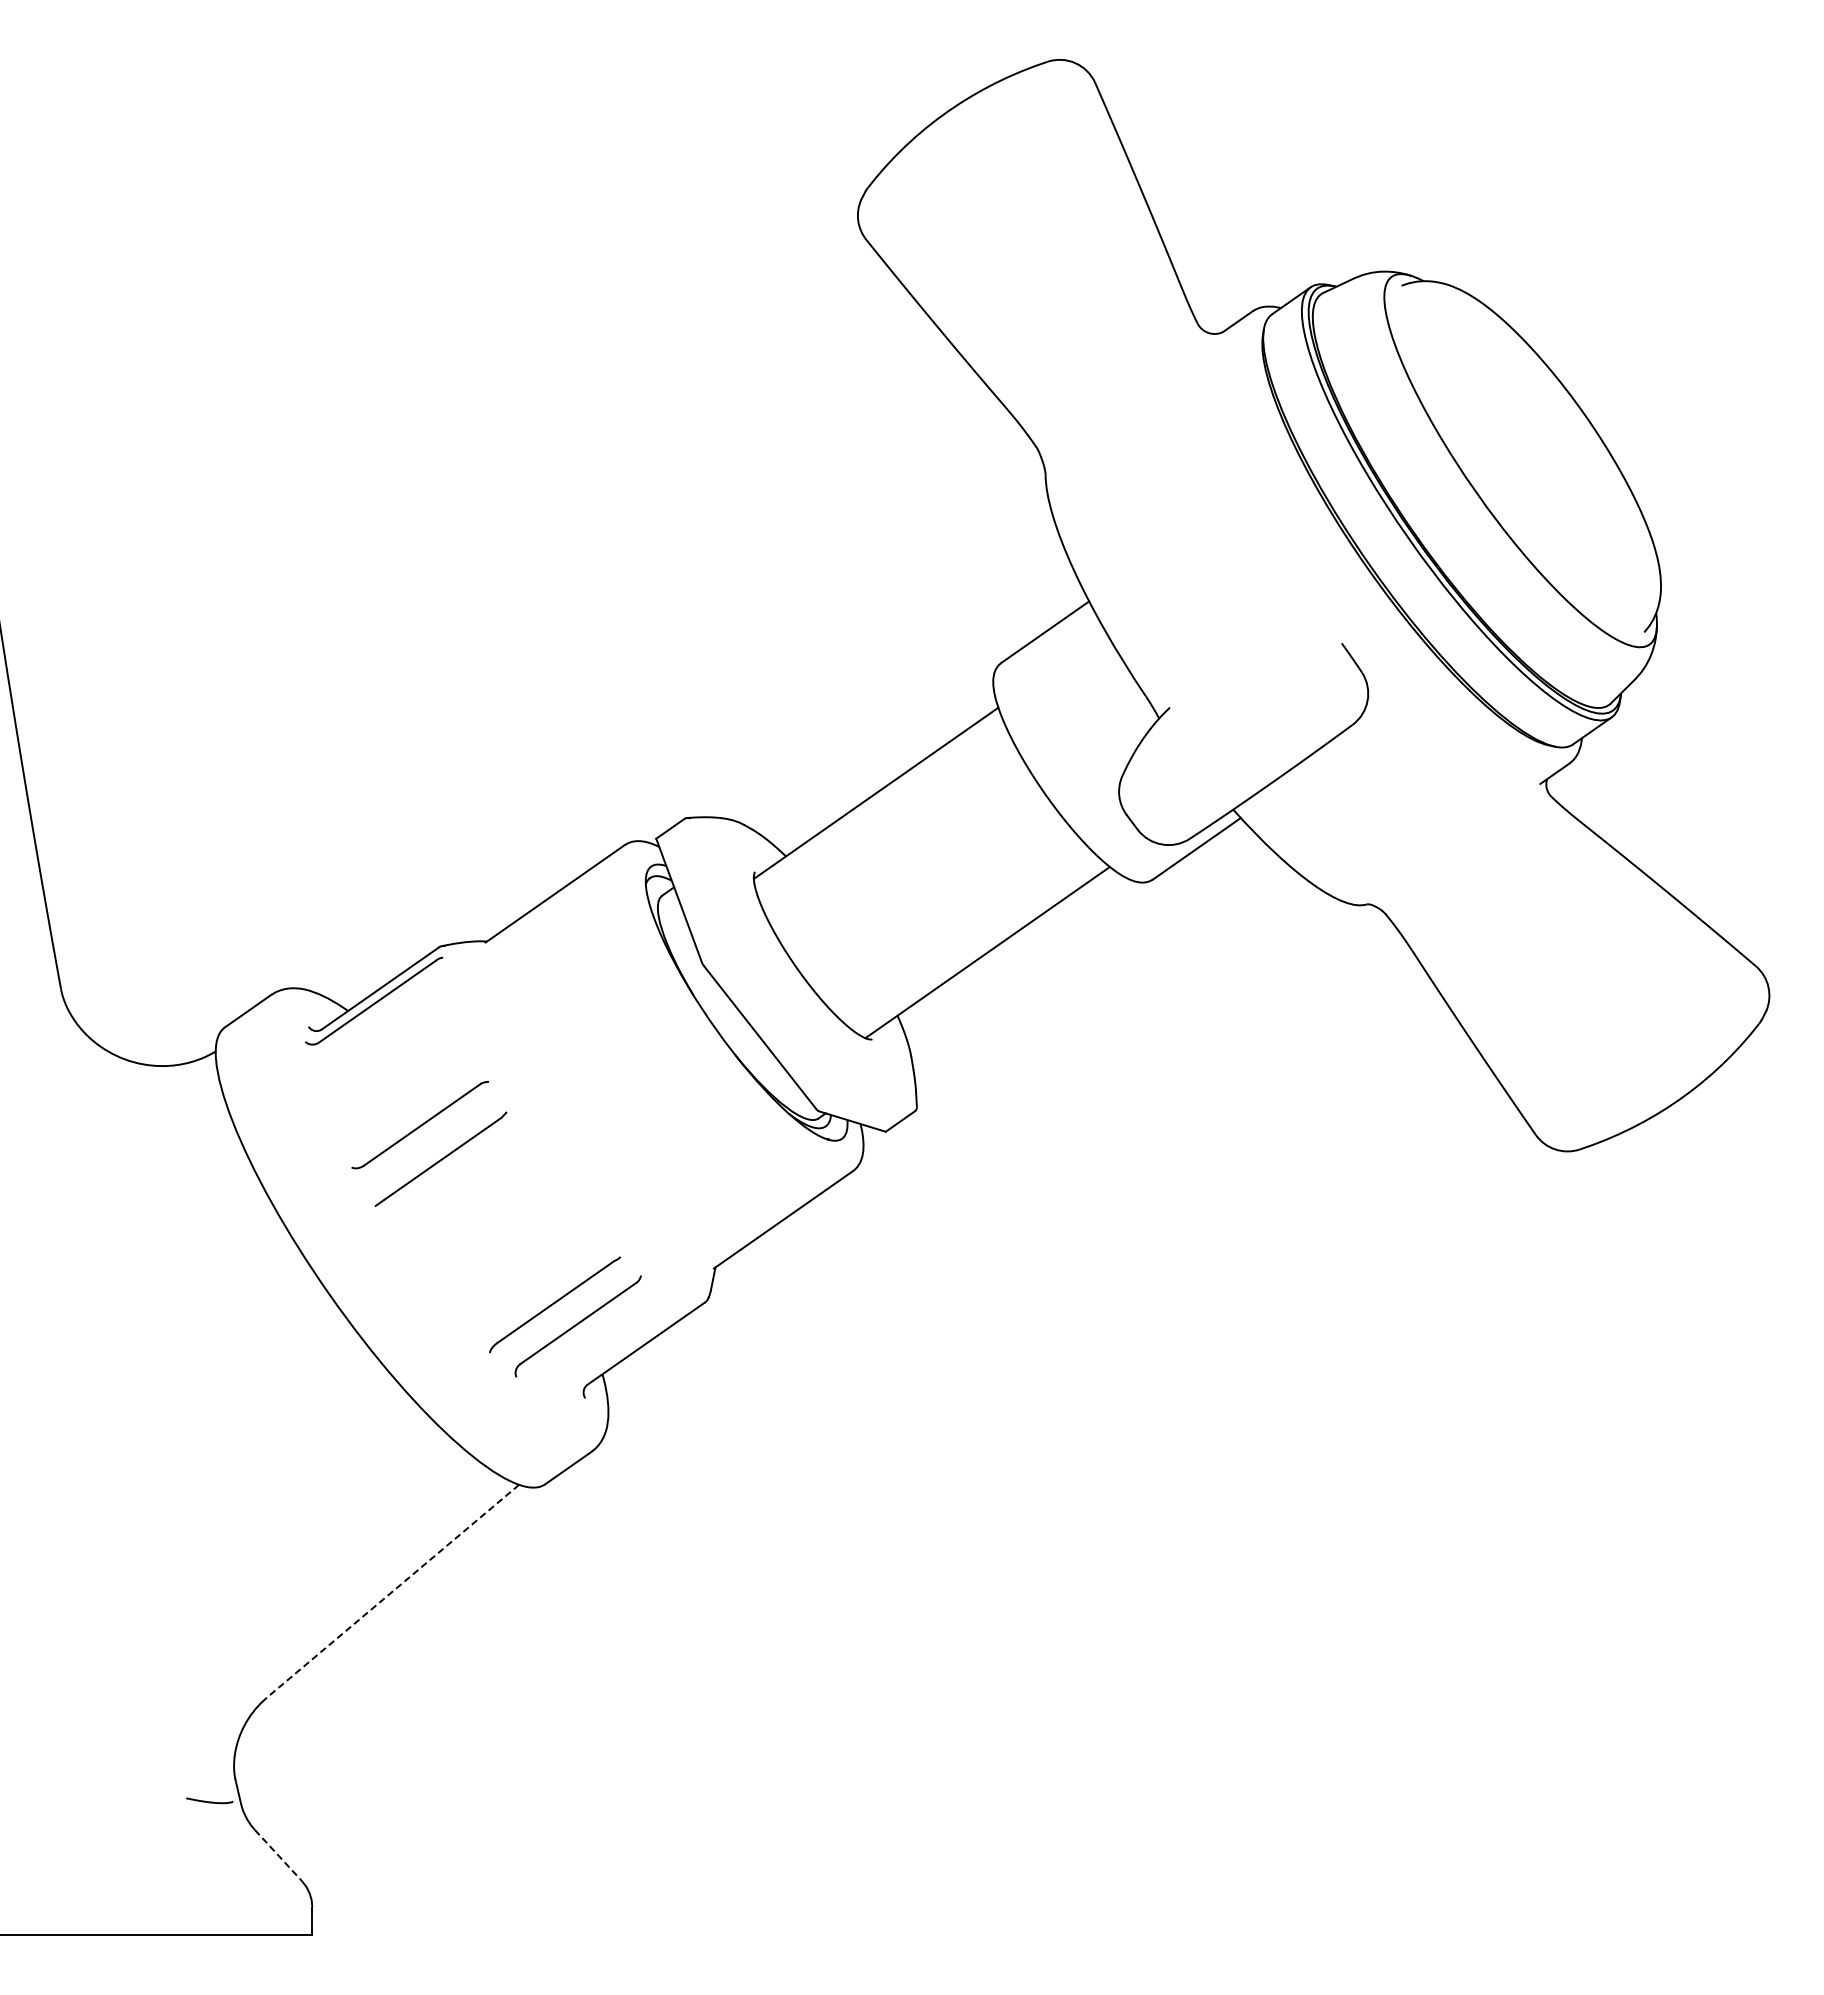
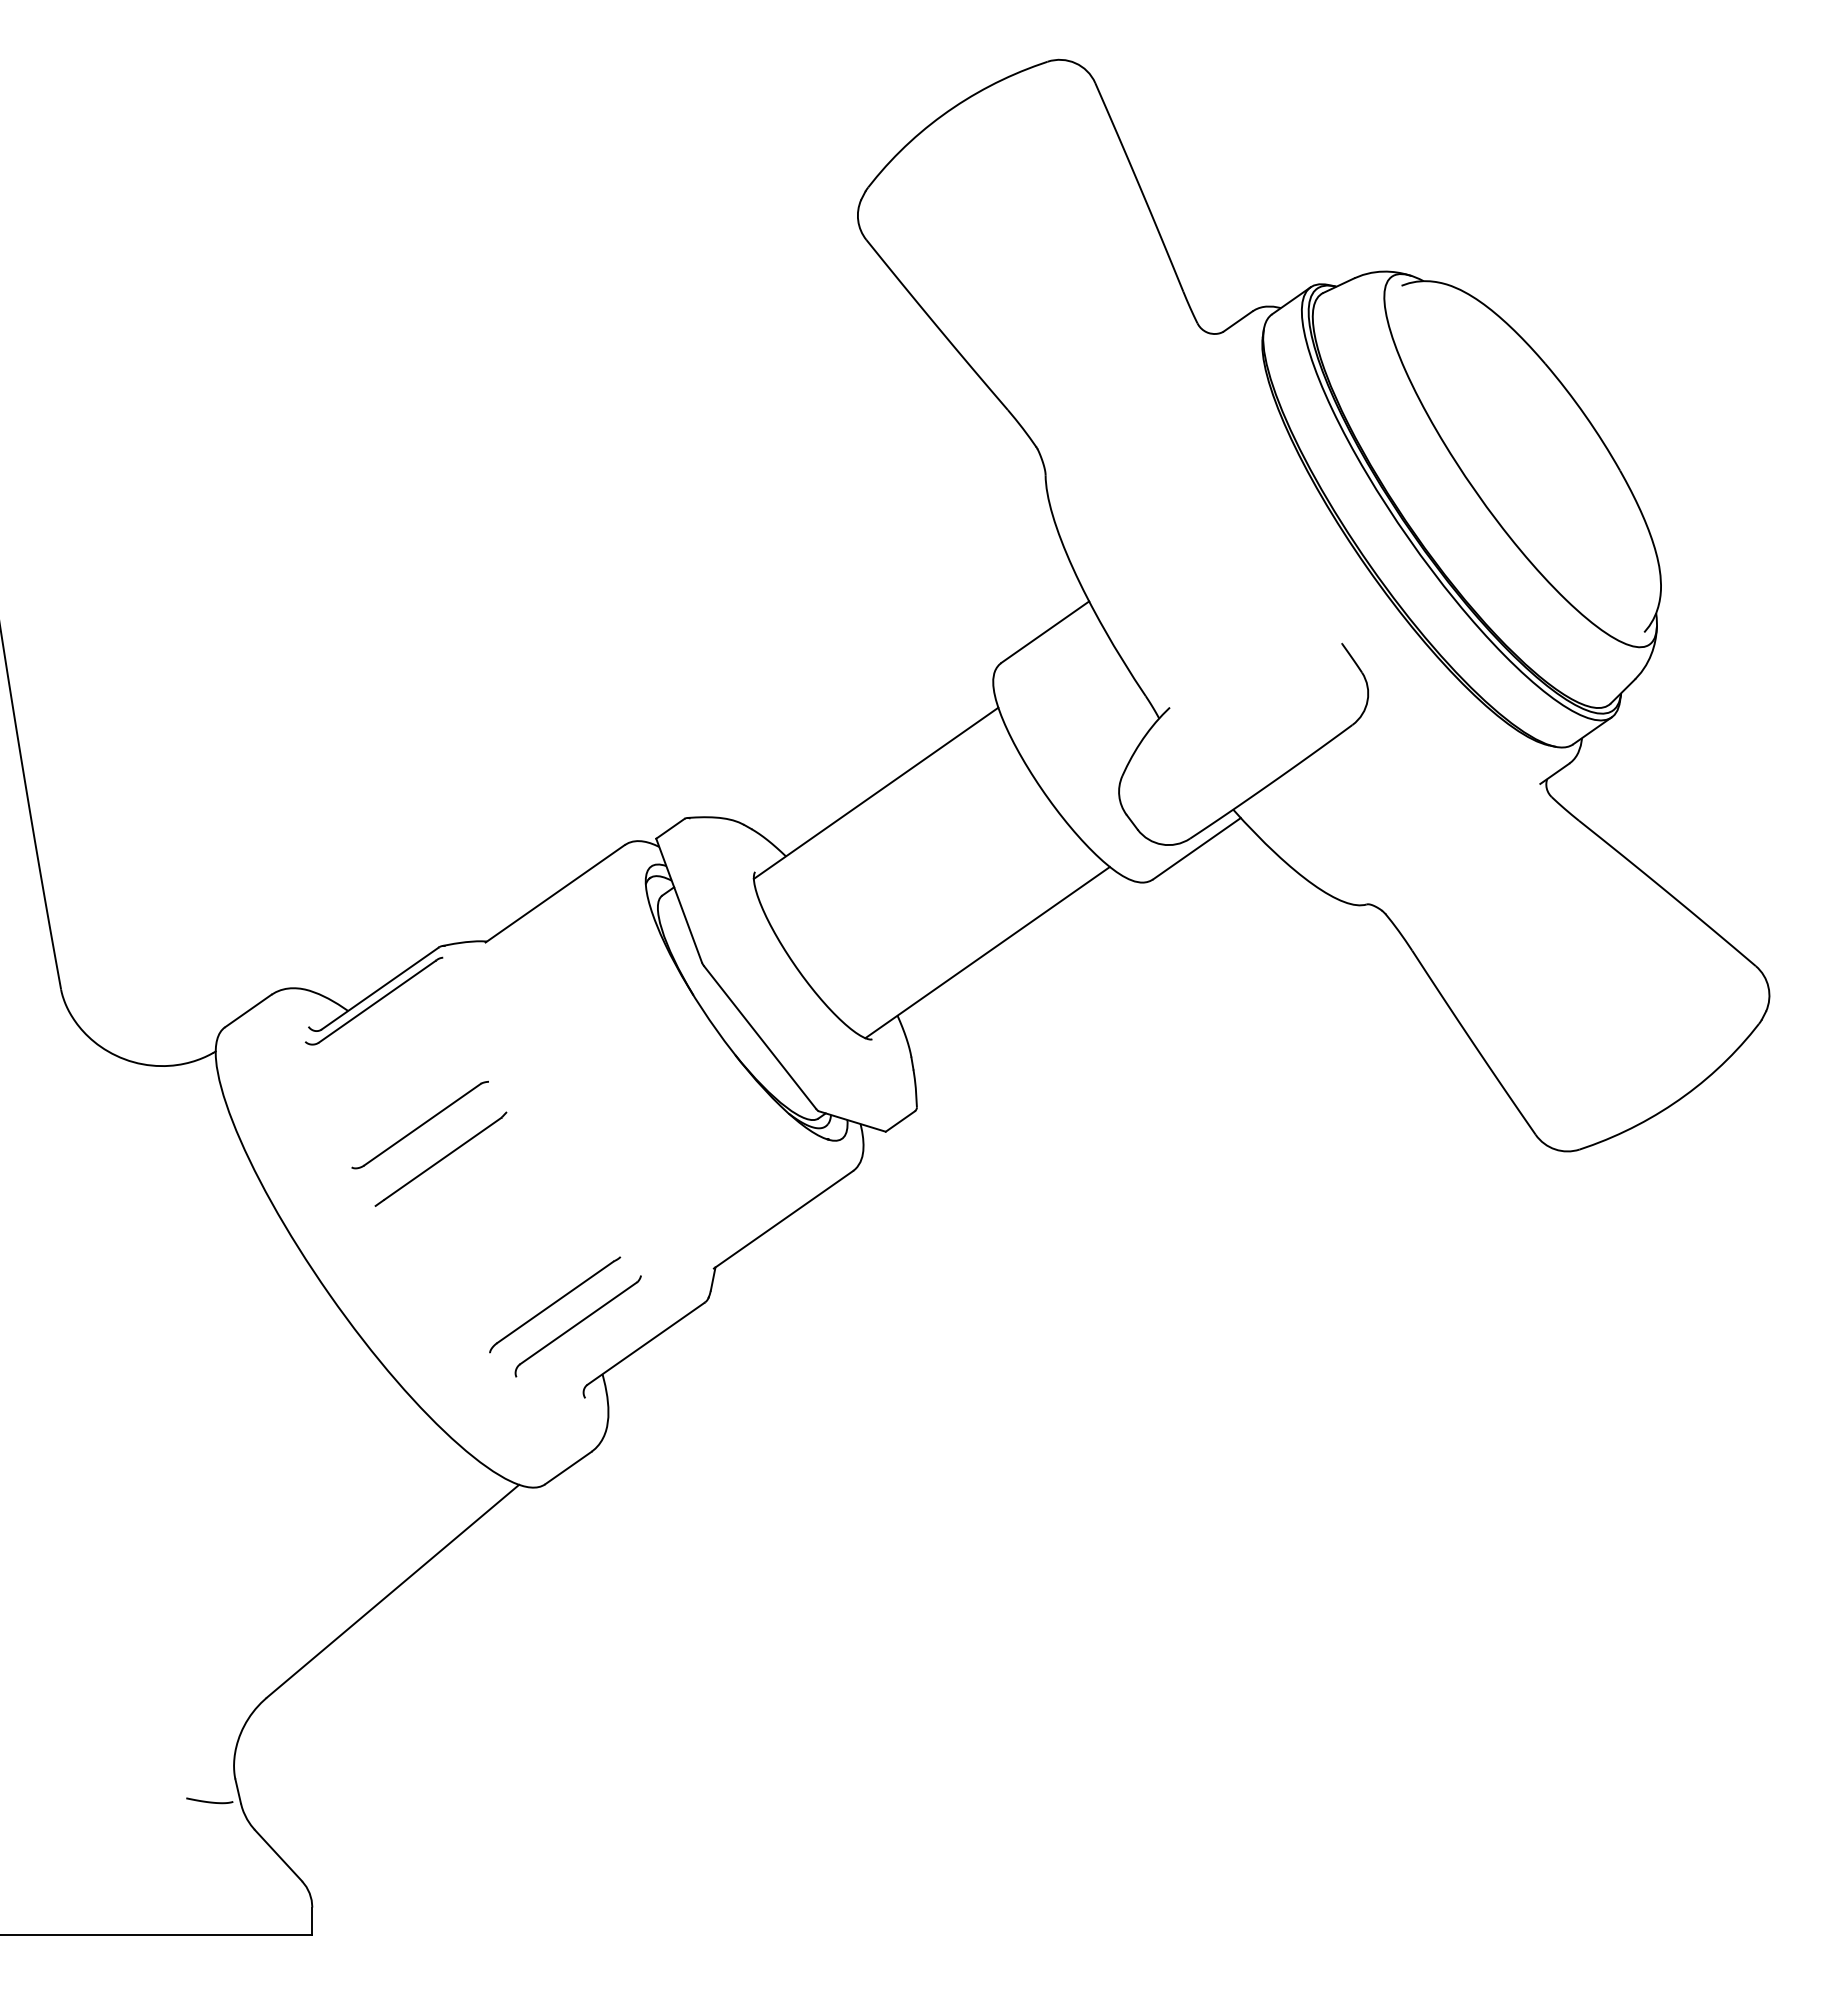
line at (392, 1591): dashed -> solid
line at (278, 1855): dashed -> solid
